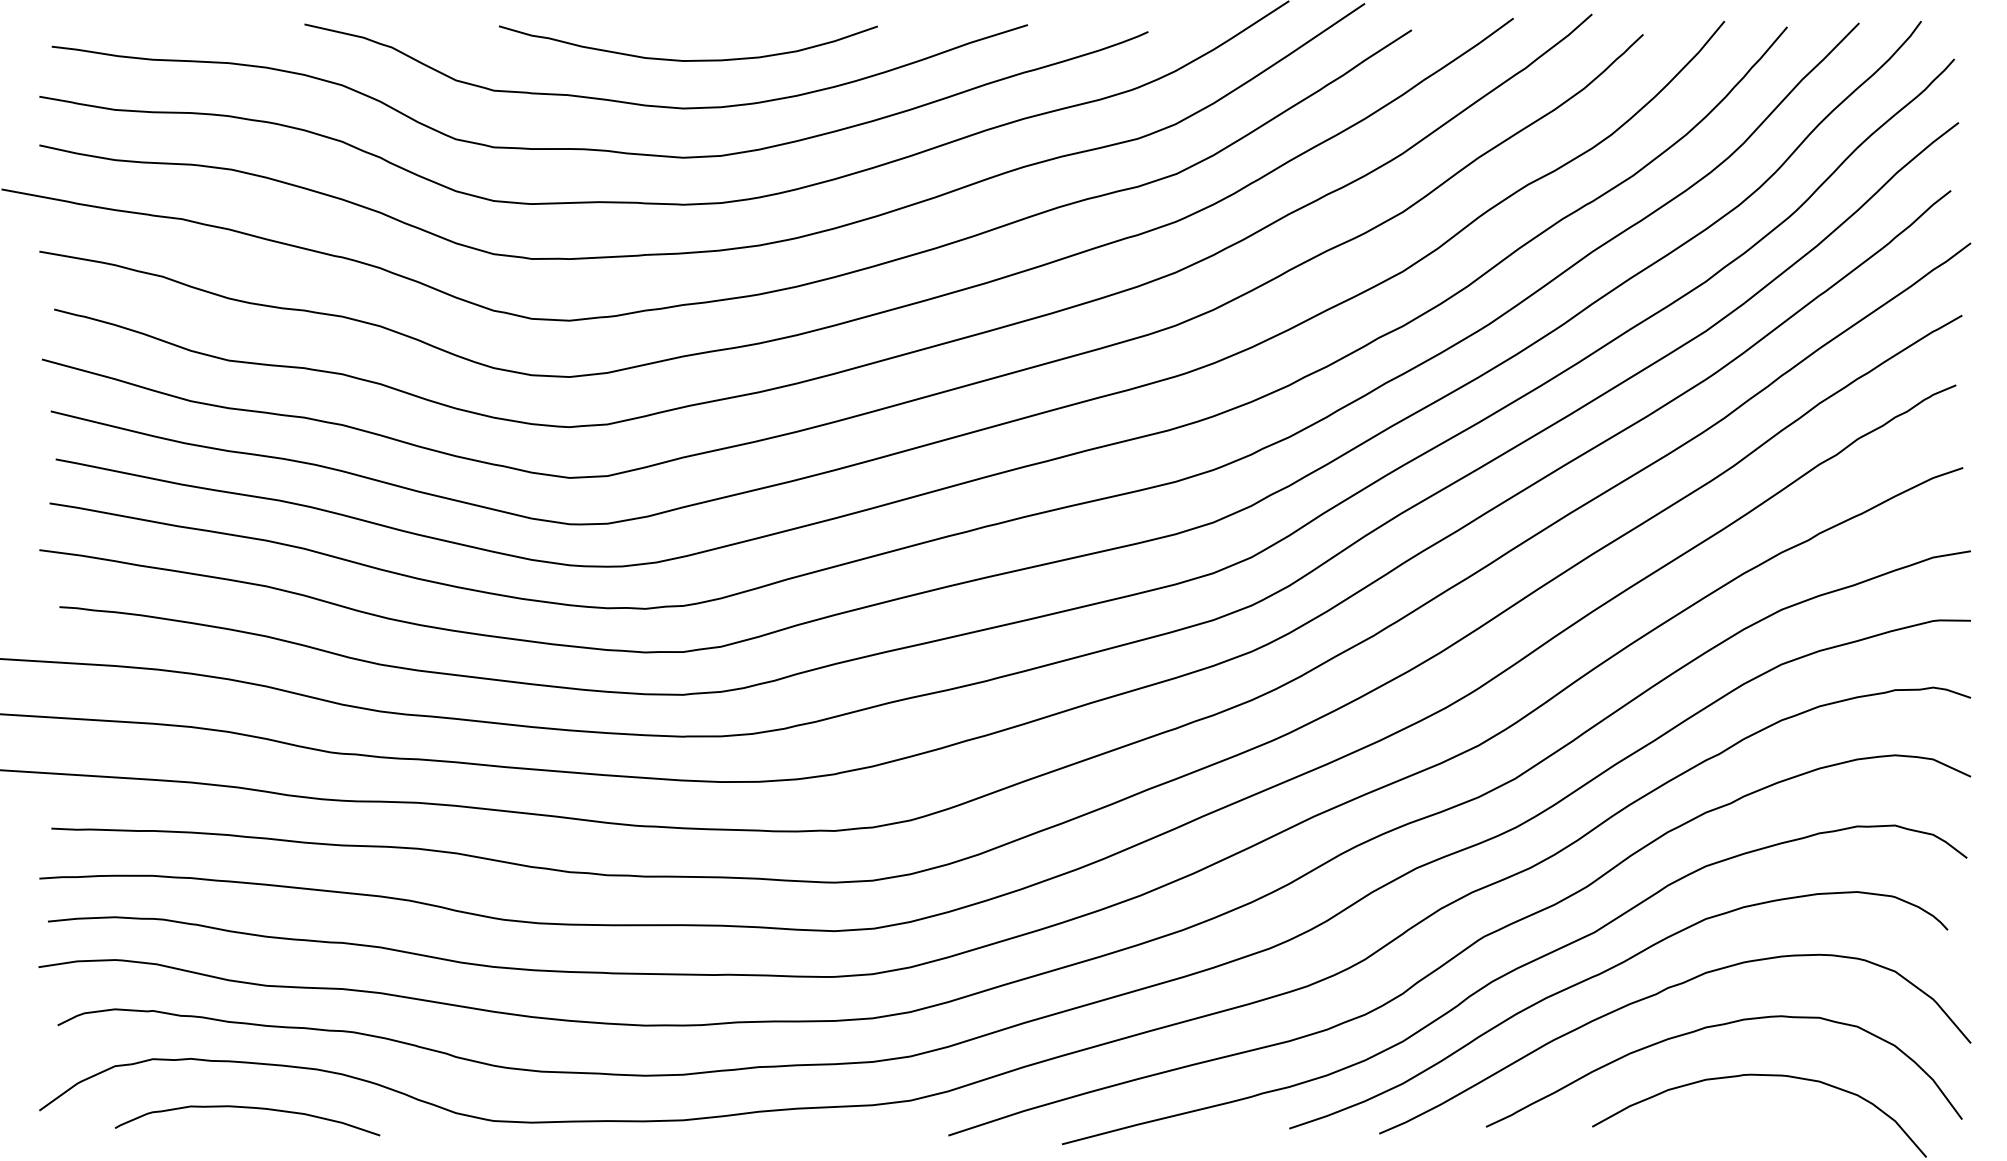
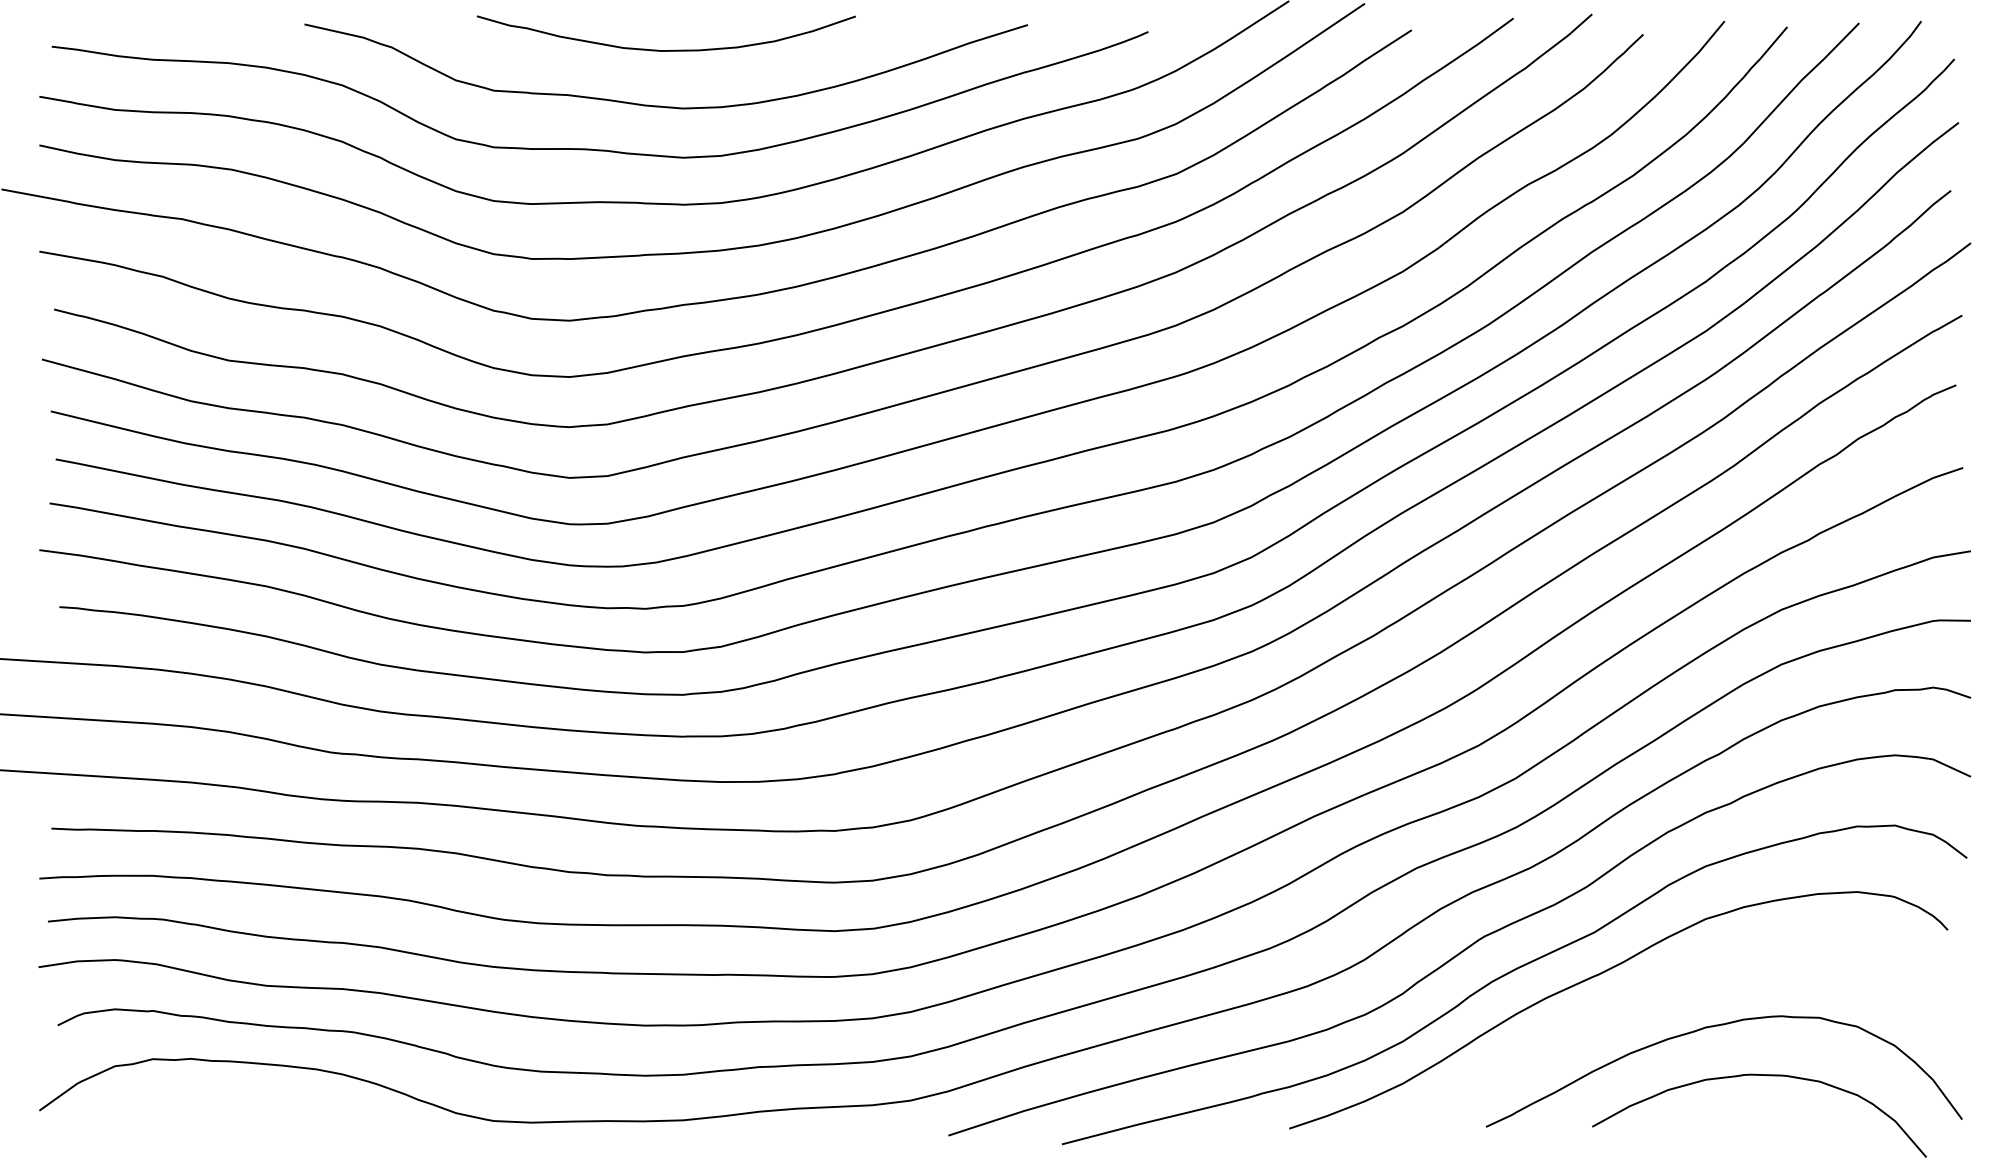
curve at (687, 60) position: (687, 60) -> (665, 50)
curve at (1656, 995): present -> none
curve at (247, 1108): present -> none
